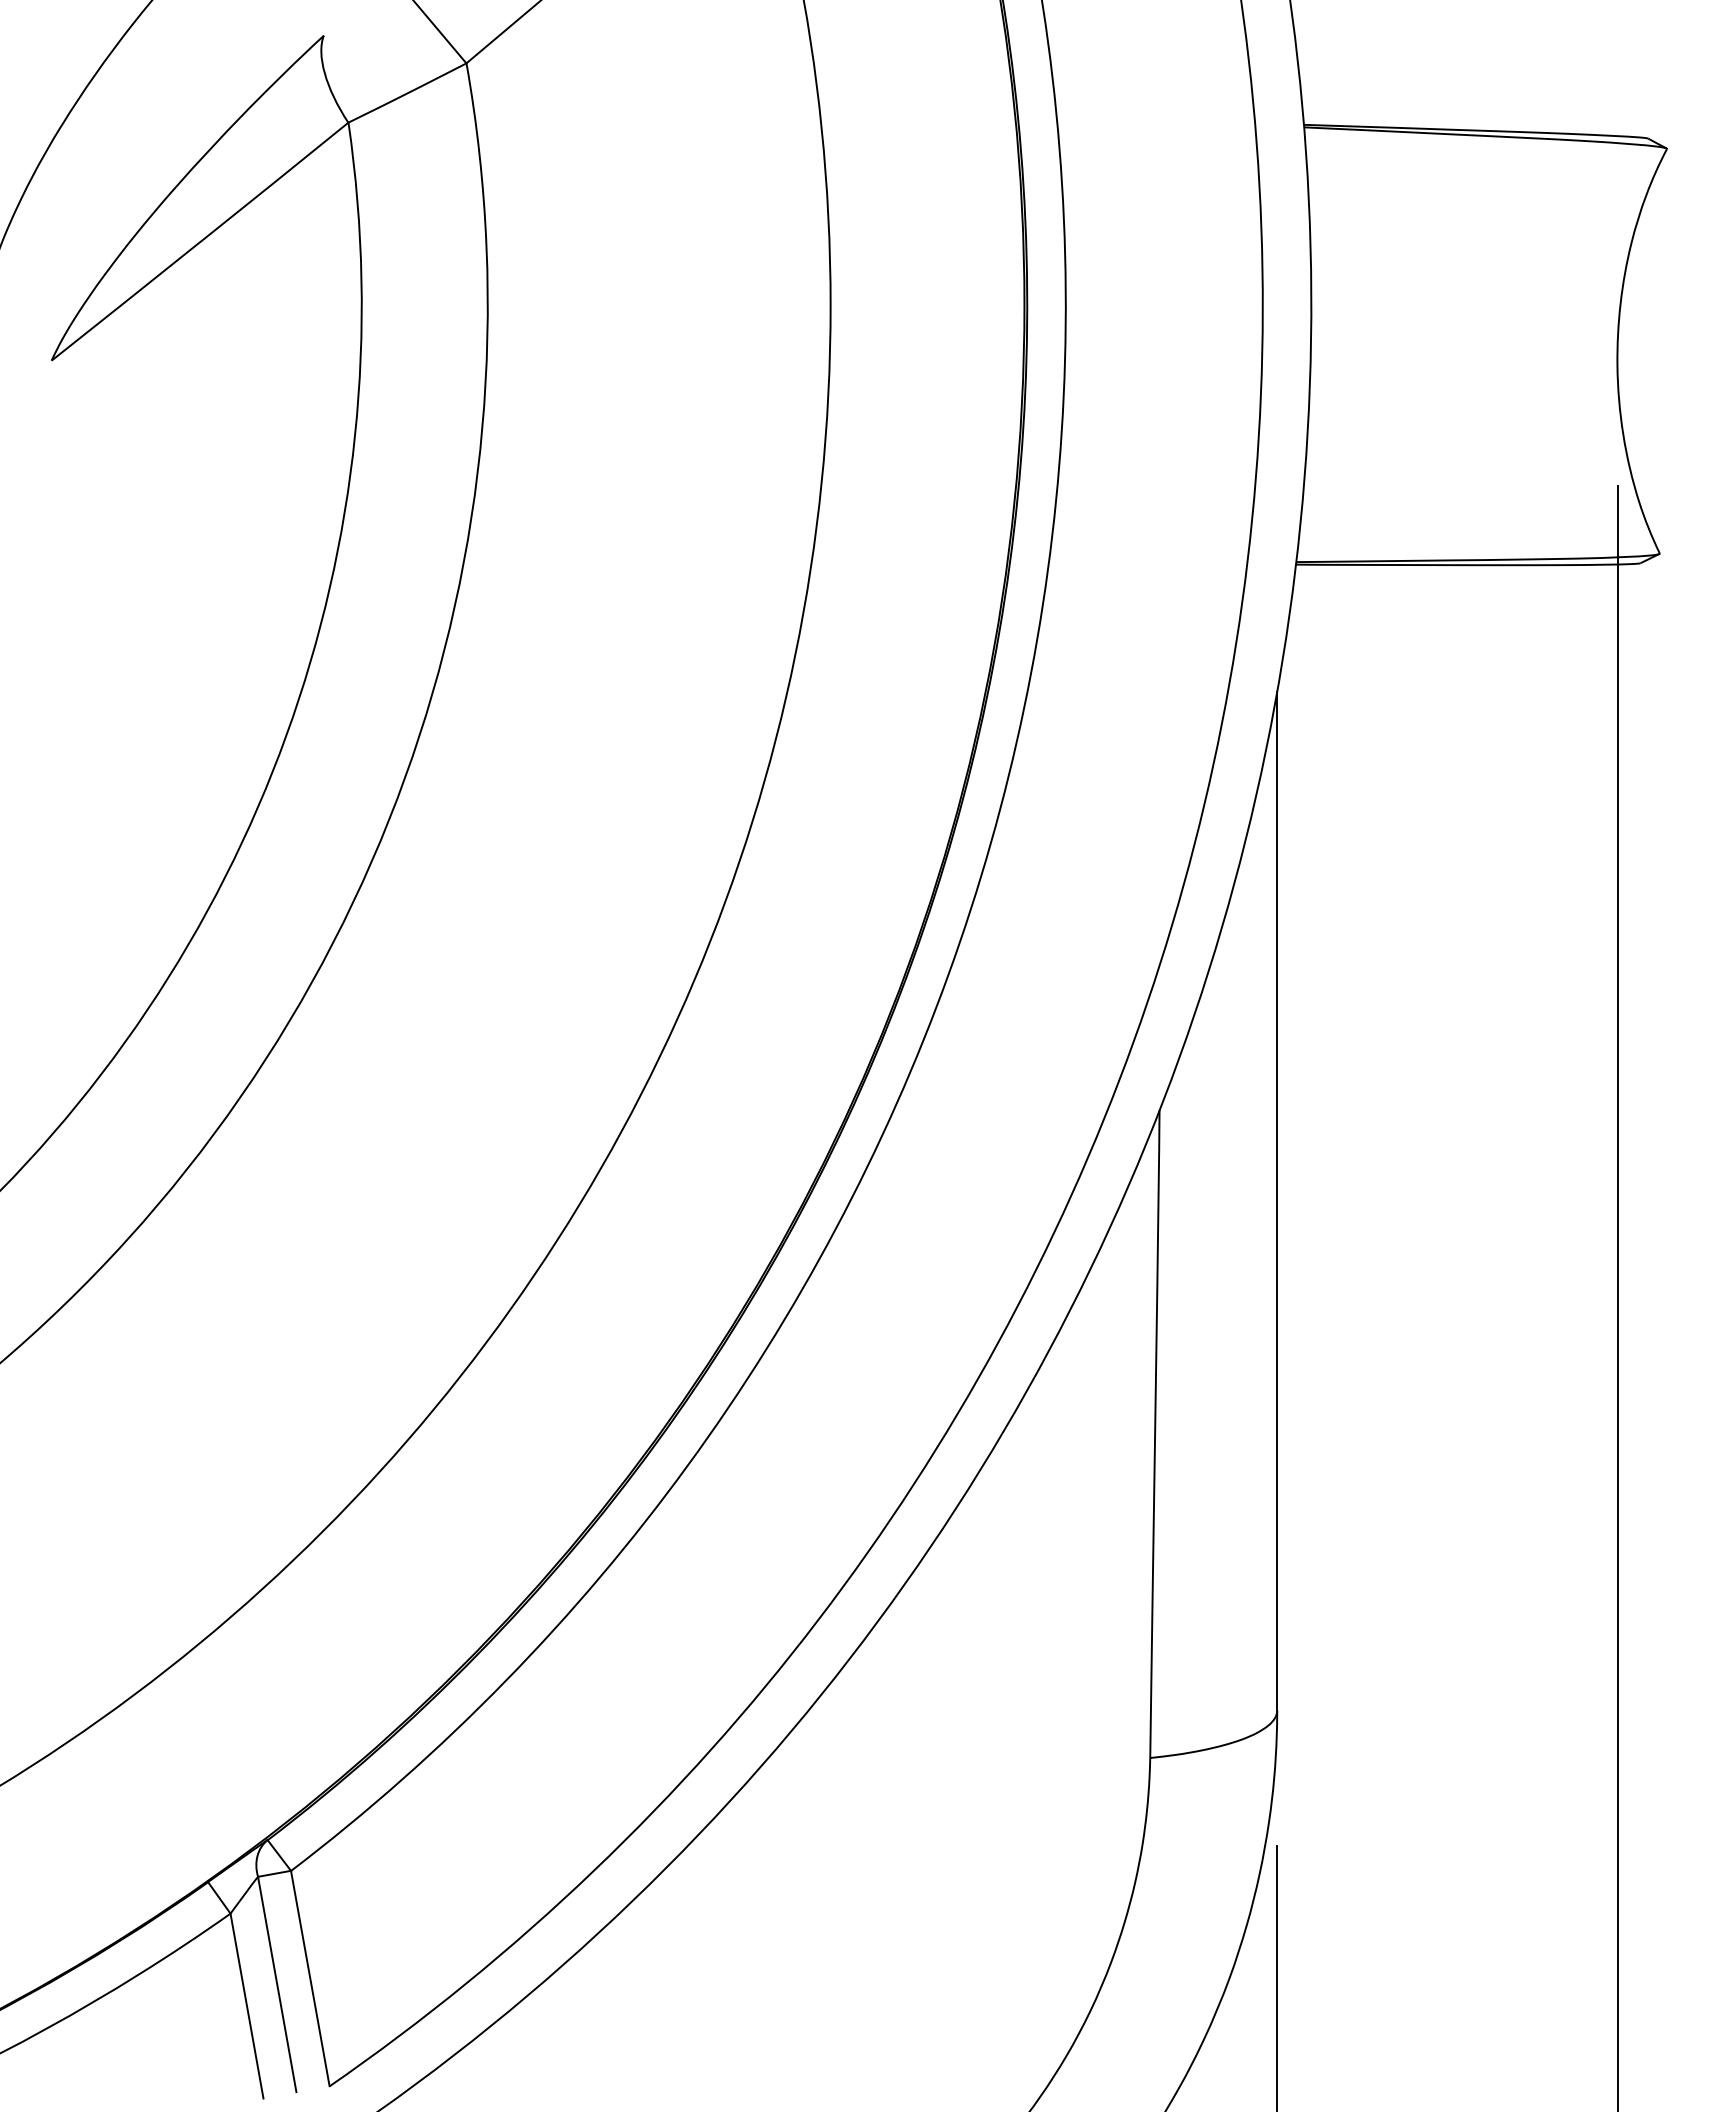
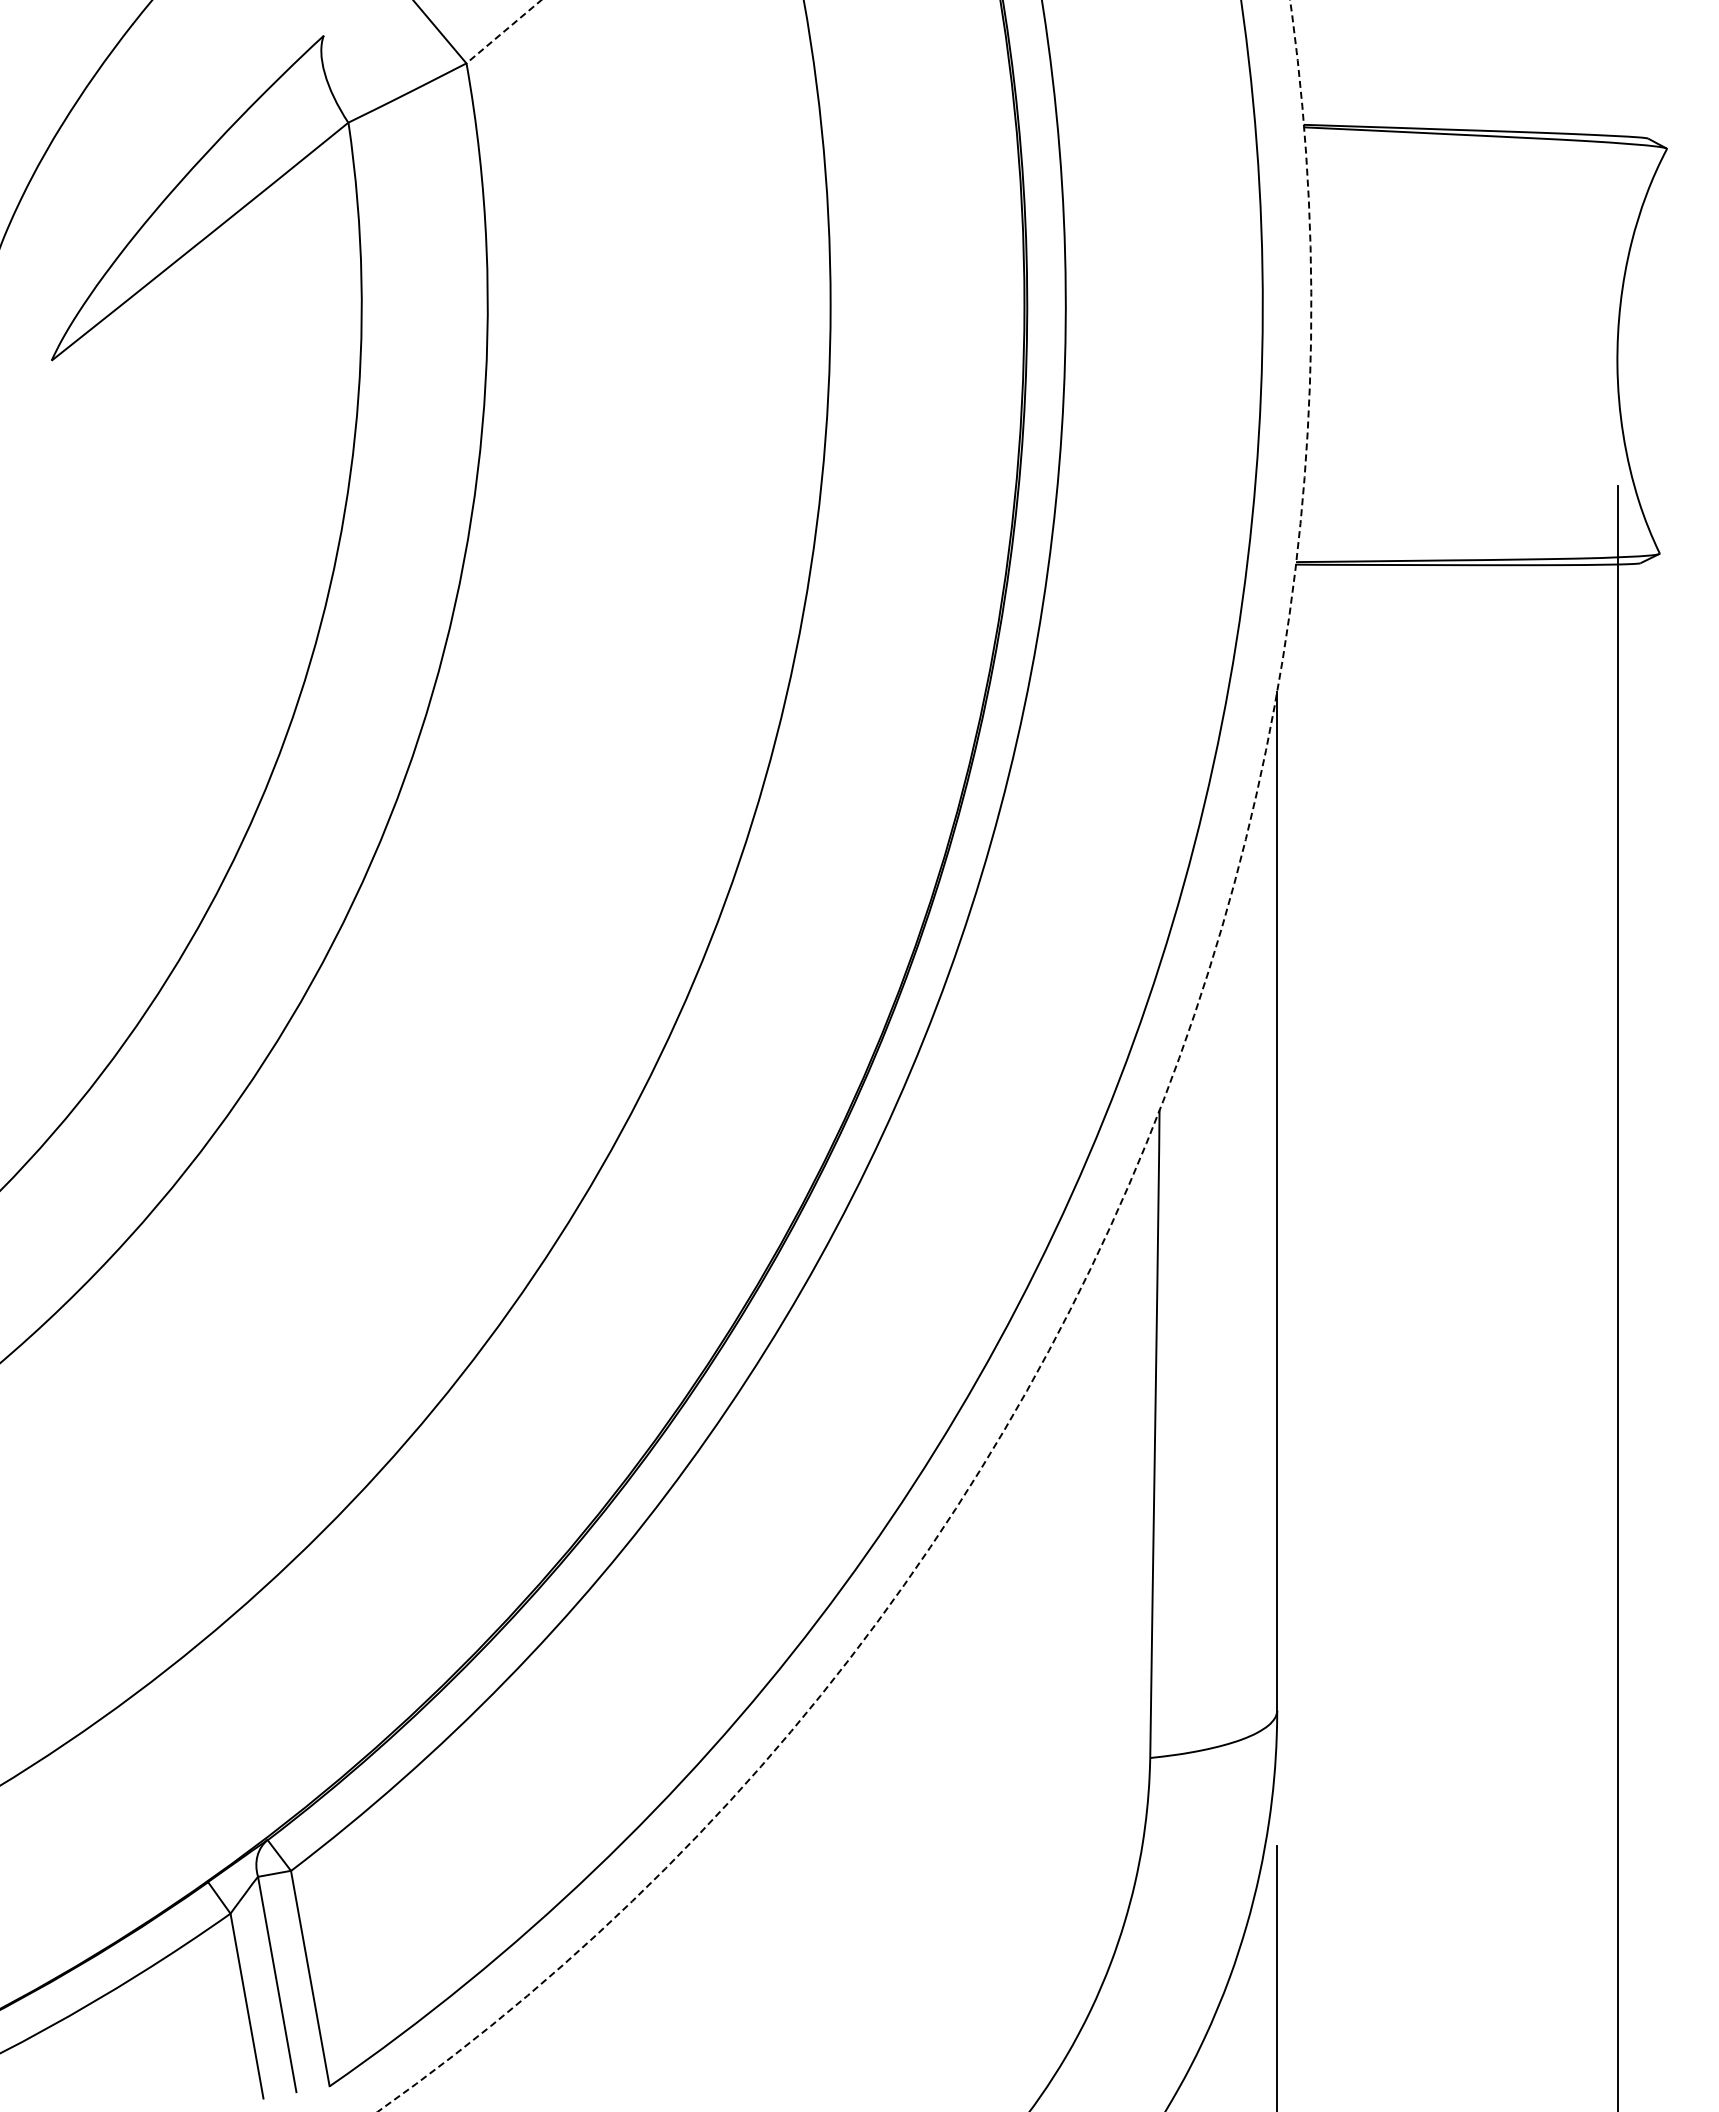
line at (503, 31): solid -> dashed
arc at (1129, 1183): solid -> dashed
